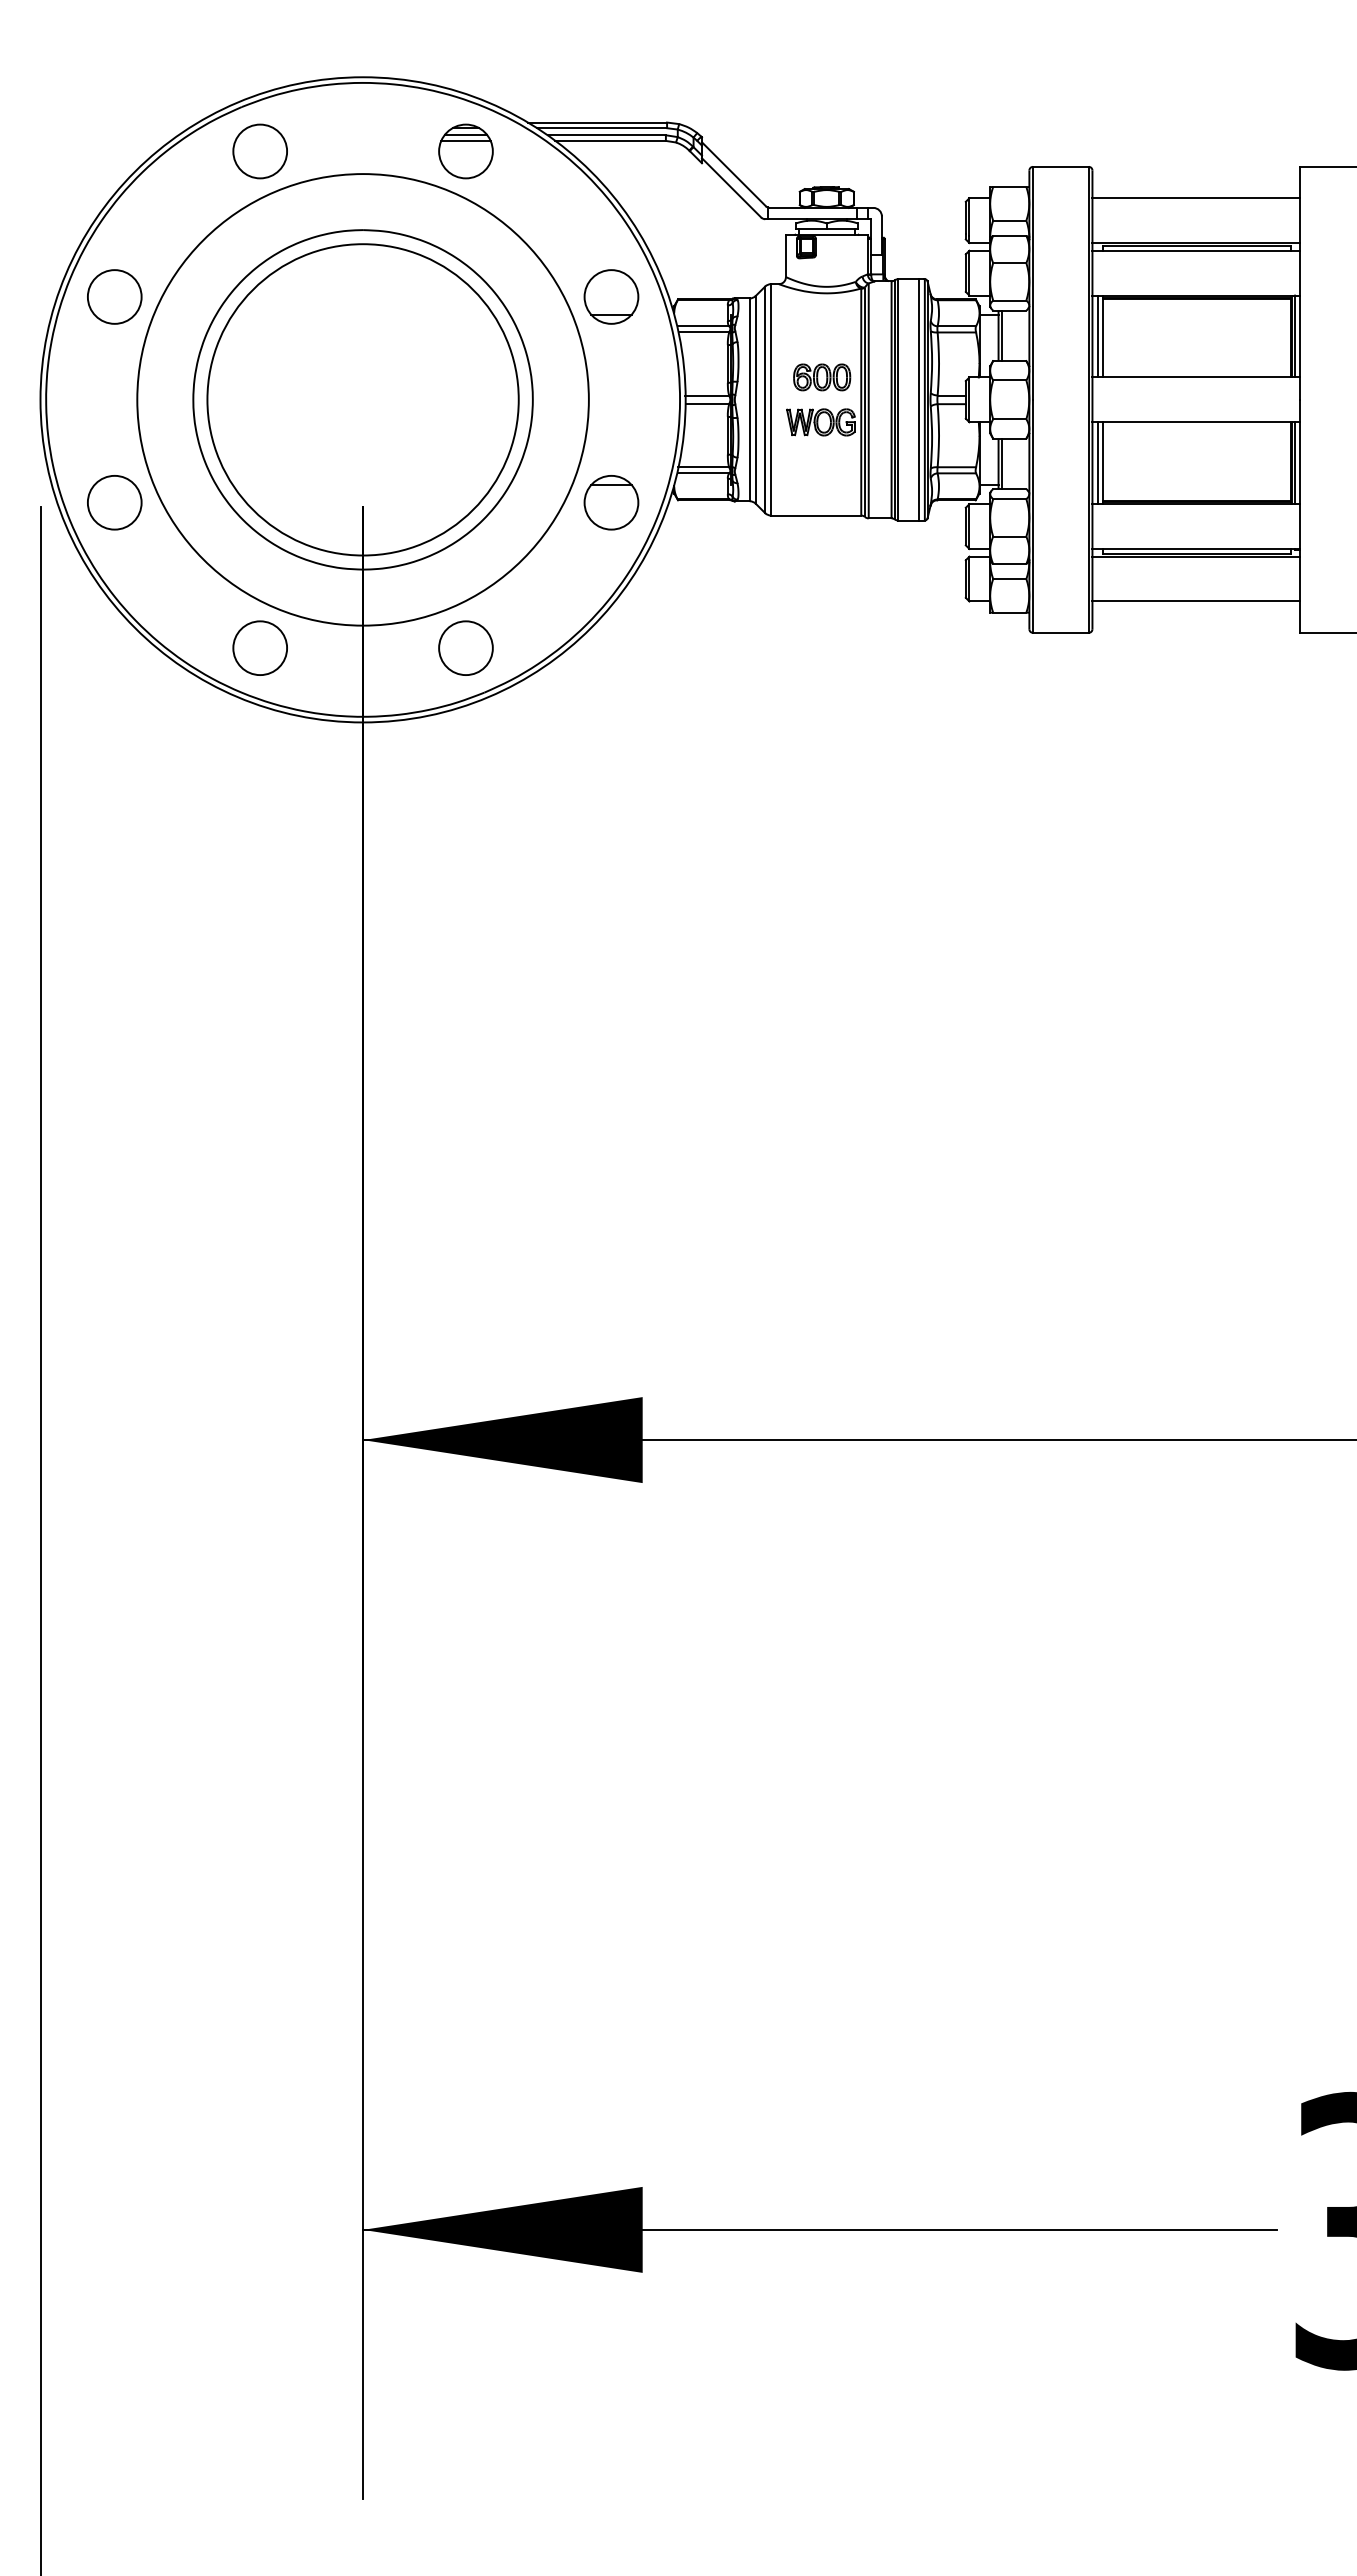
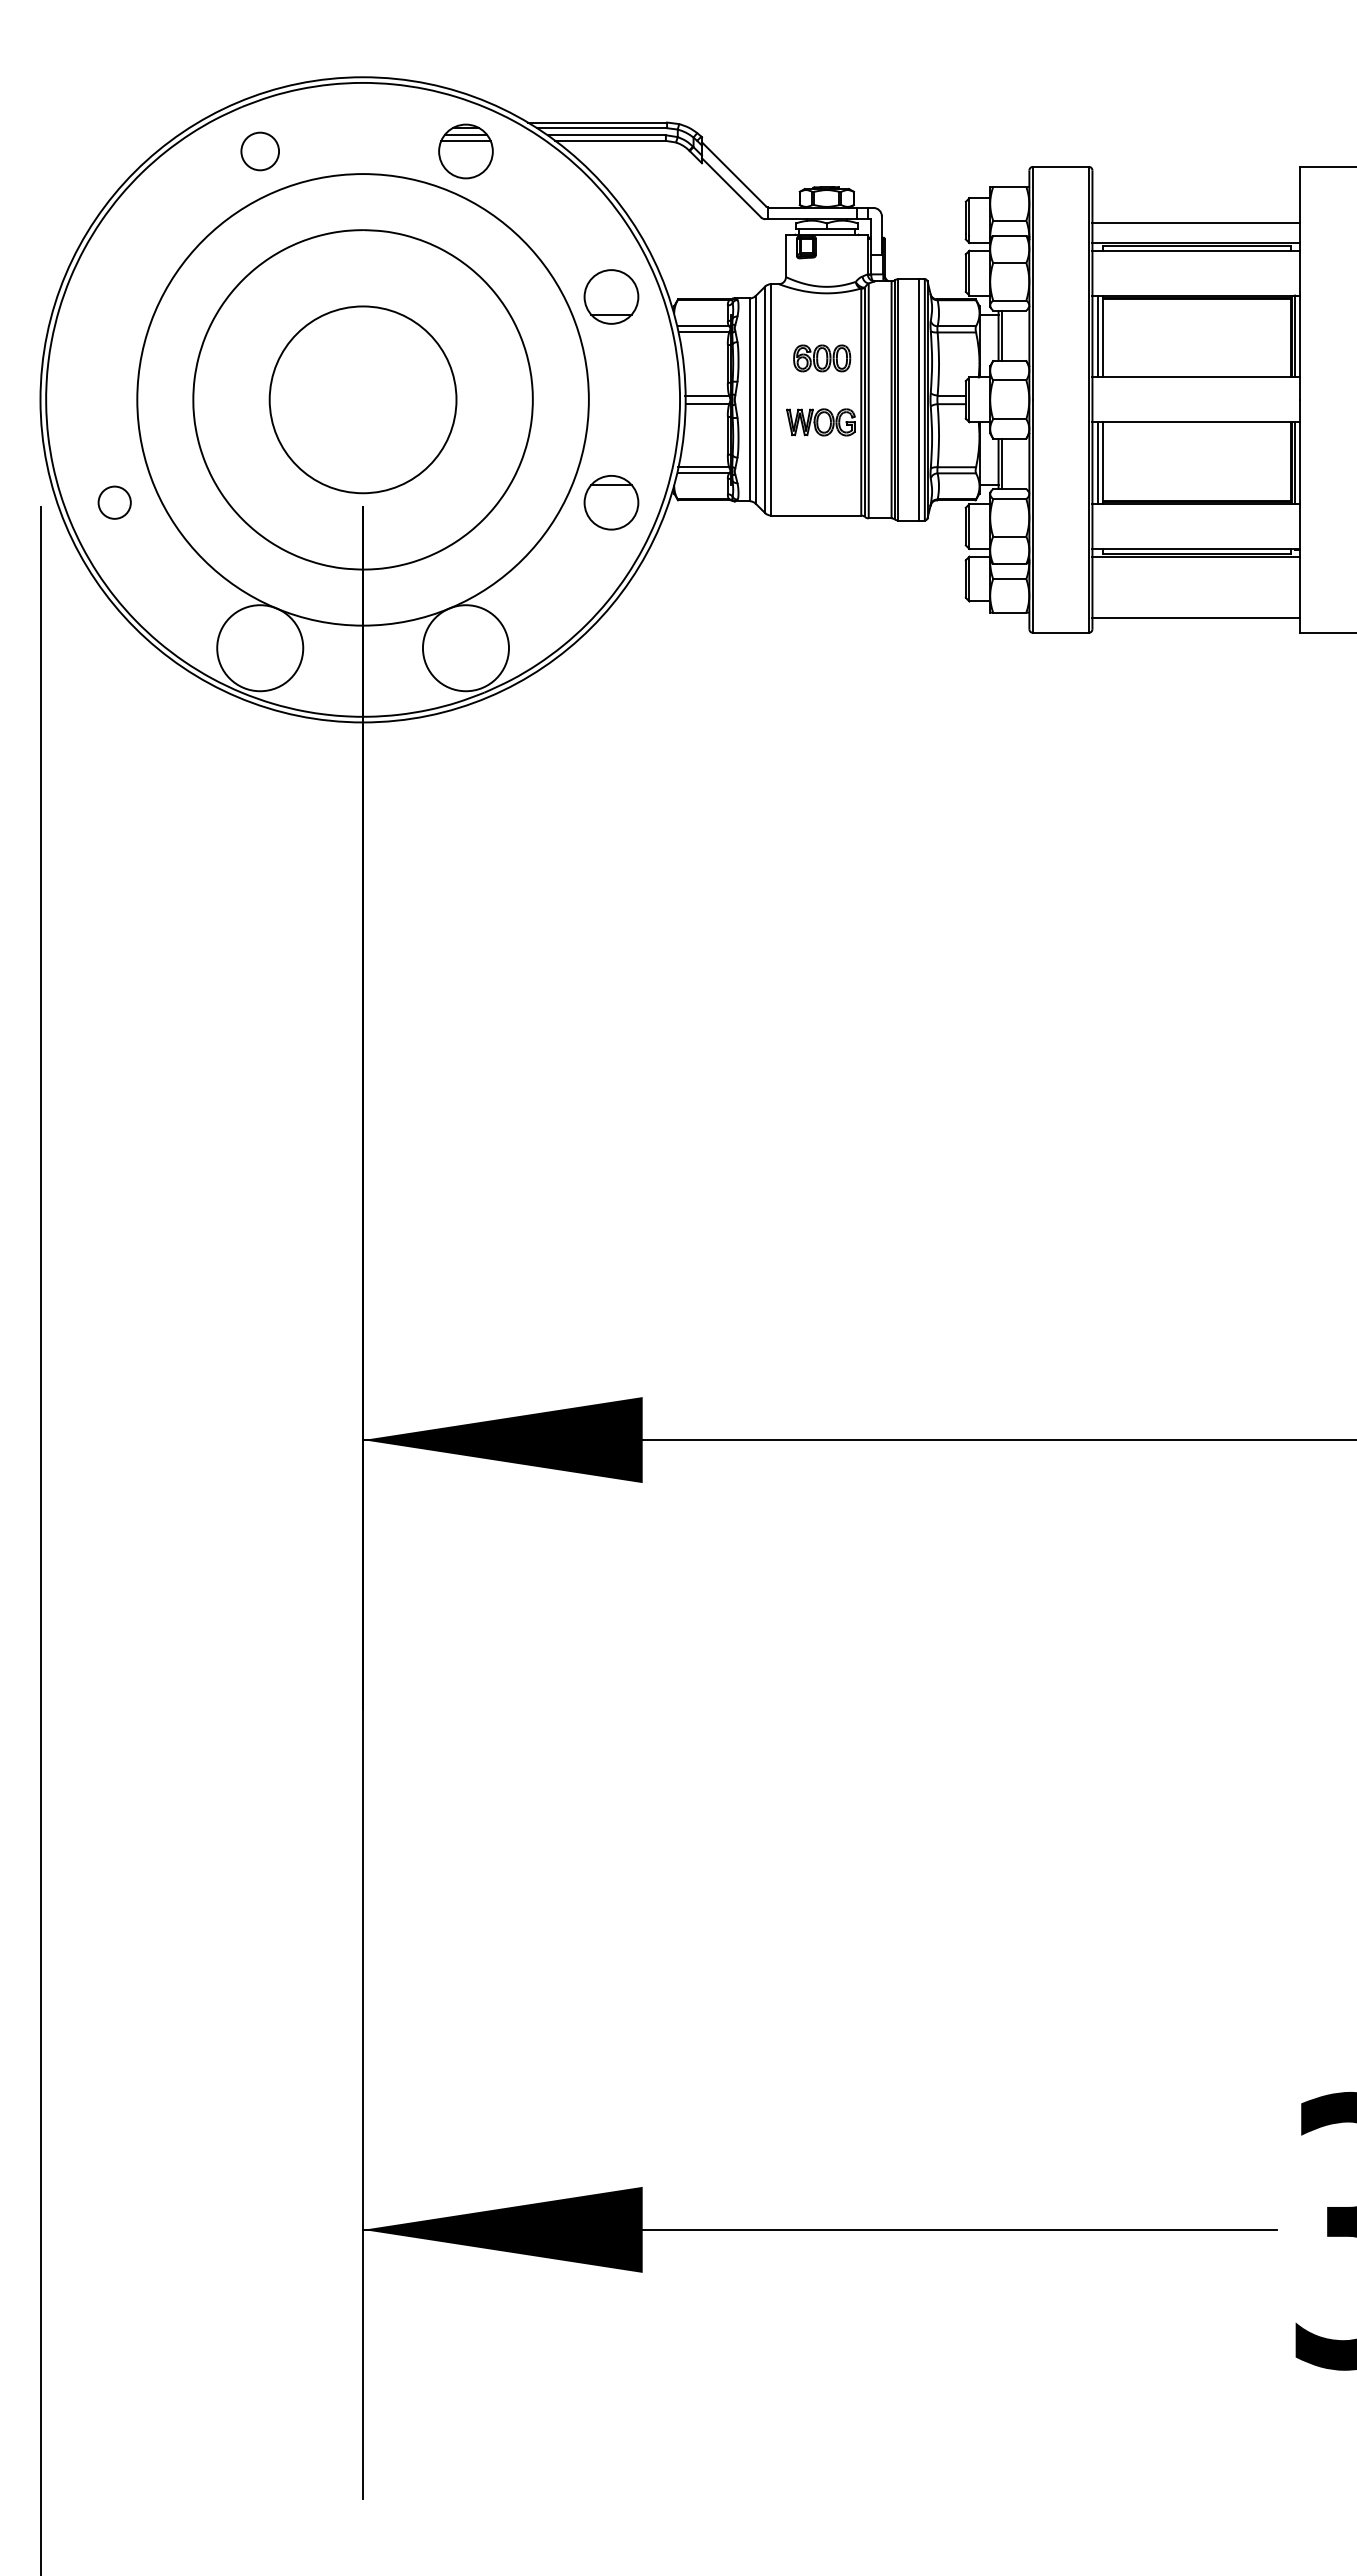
circle at (260, 151) diameter: 54 px -> 38 px
line at (1195, 198) position: (1195, 198) -> (1195, 223)
circle at (114, 296): present -> none
part at (822, 377) position: (822, 377) -> (822, 358)
circle at (362, 399) diameter: 311 px -> 187 px
circle at (114, 502) diameter: 54 px -> 32 px
line at (1195, 601) position: (1195, 601) -> (1195, 618)
circle at (260, 648) diameter: 54 px -> 86 px
circle at (465, 648) diameter: 54 px -> 86 px
